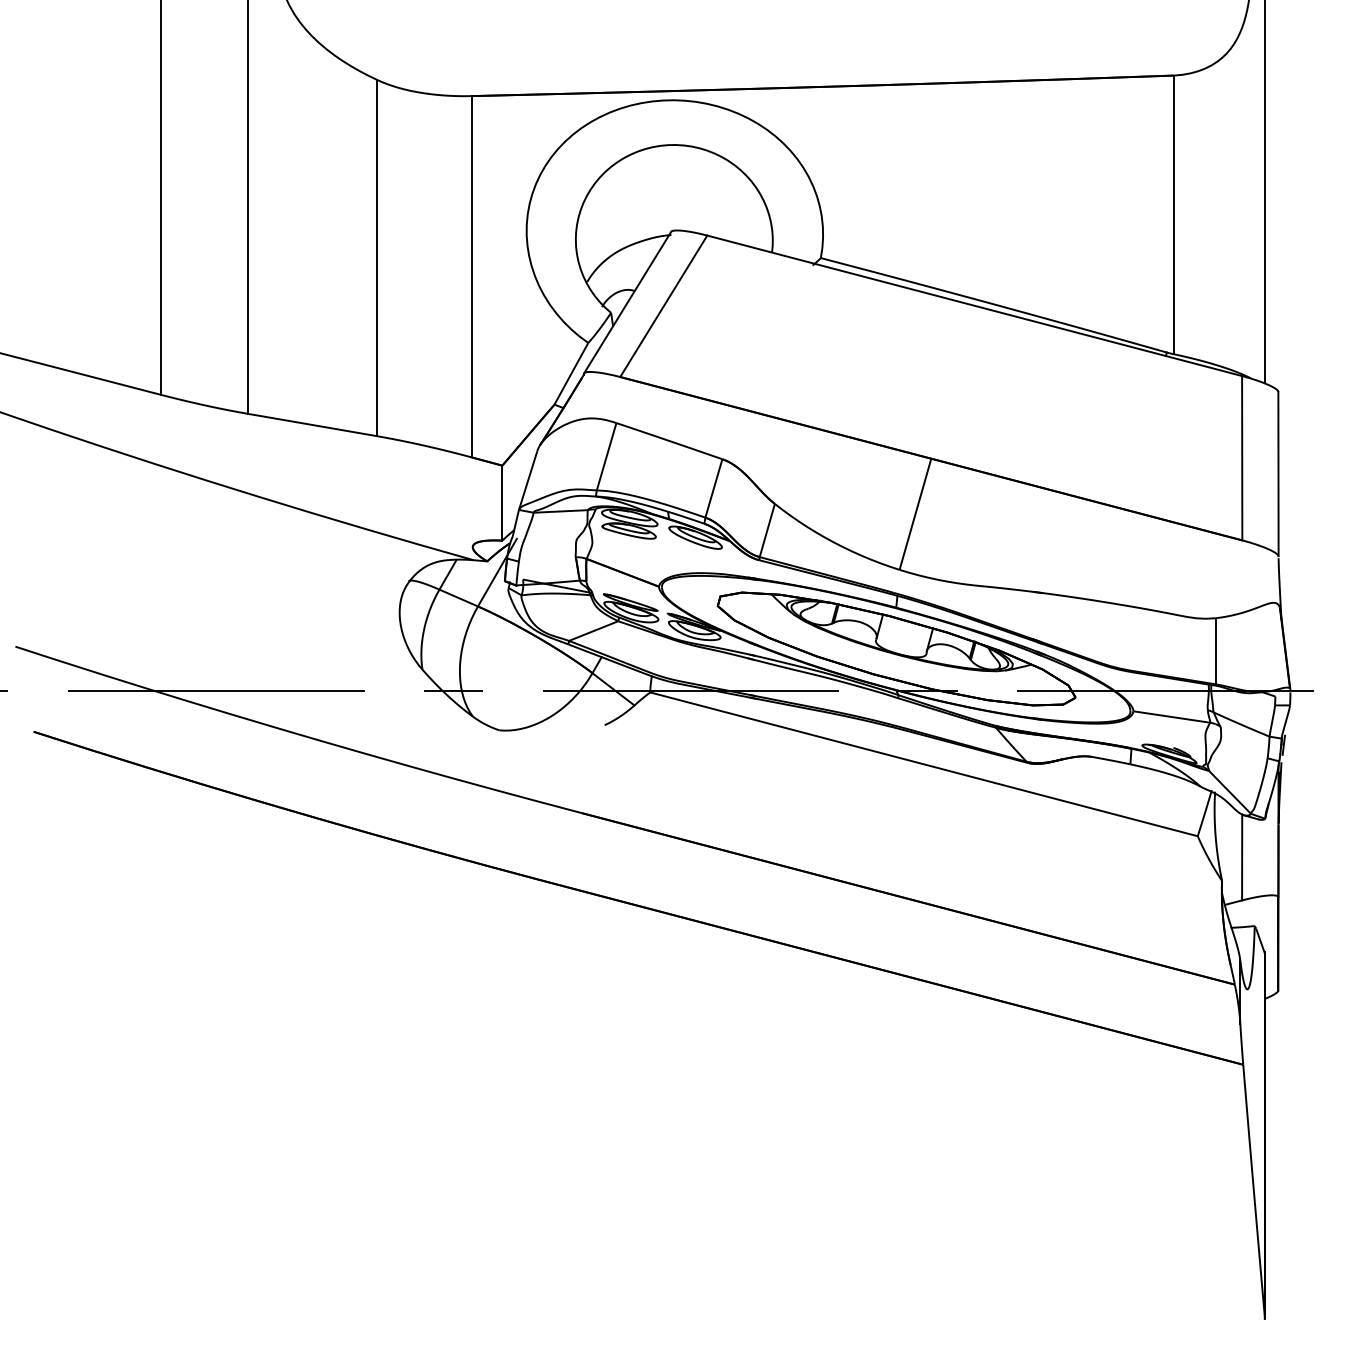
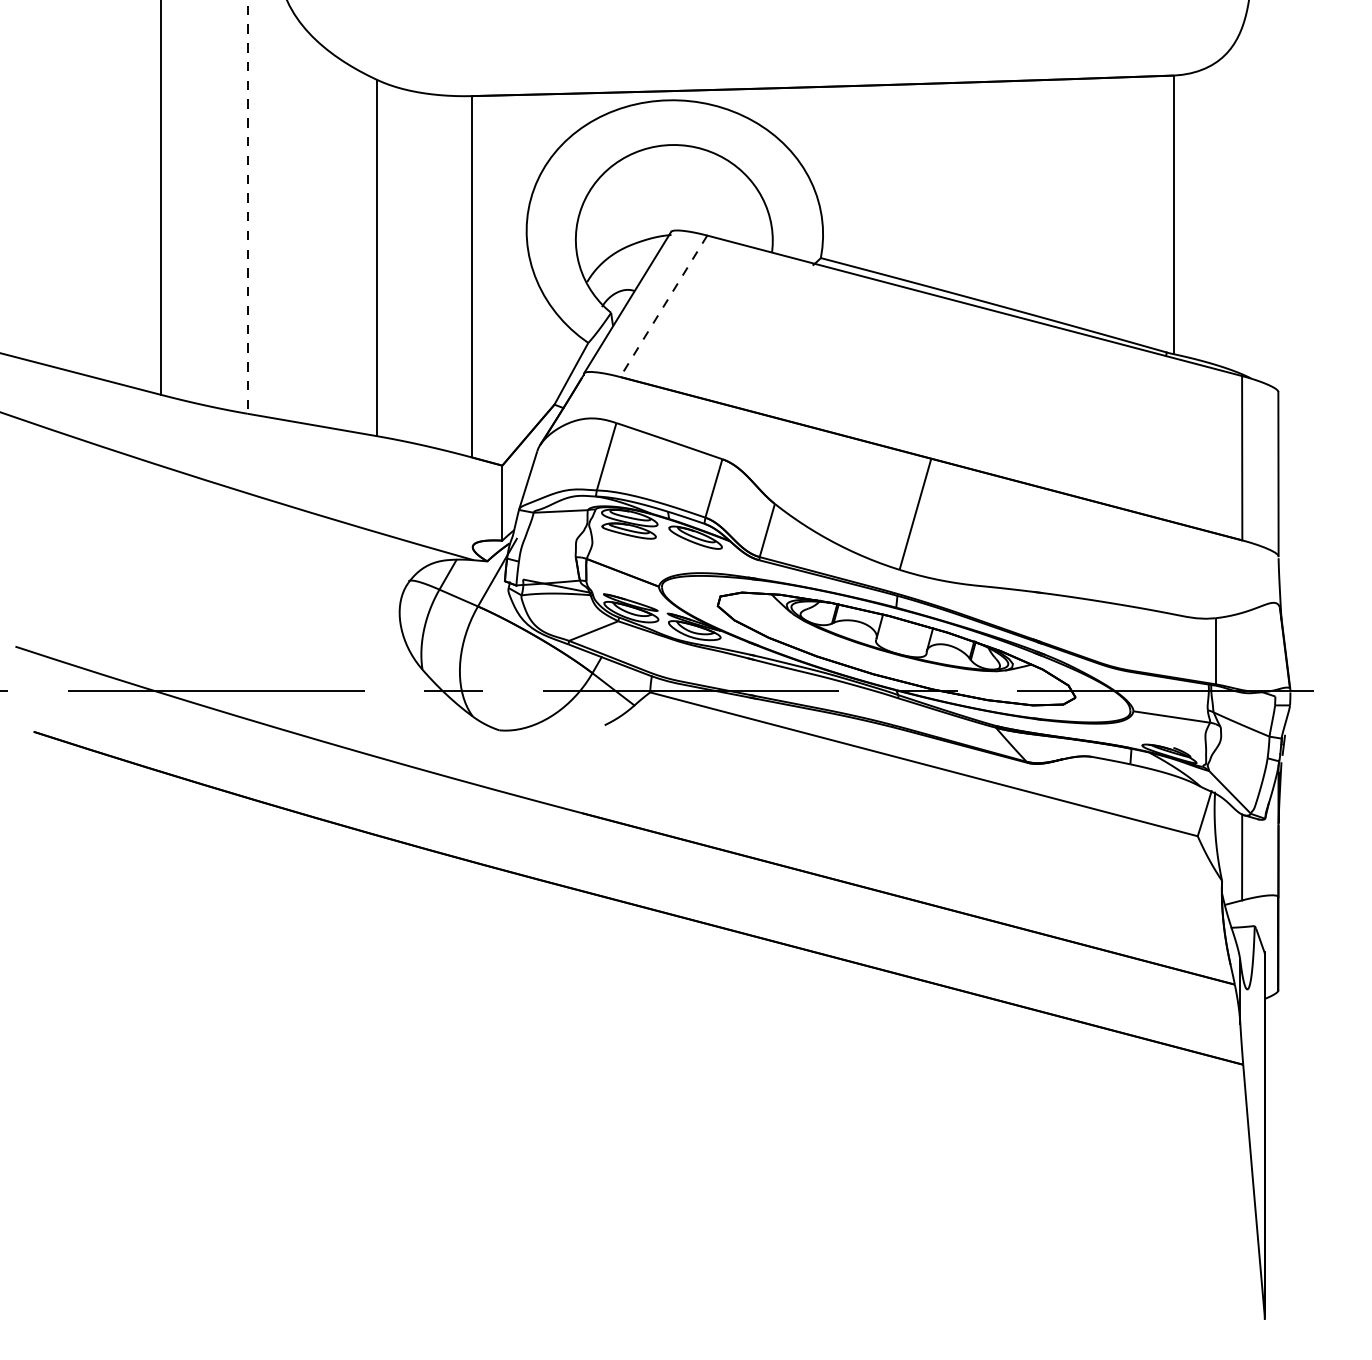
line at (1264, 192): present -> none
line at (247, 206): solid -> dashed
line at (663, 306): solid -> dashed
